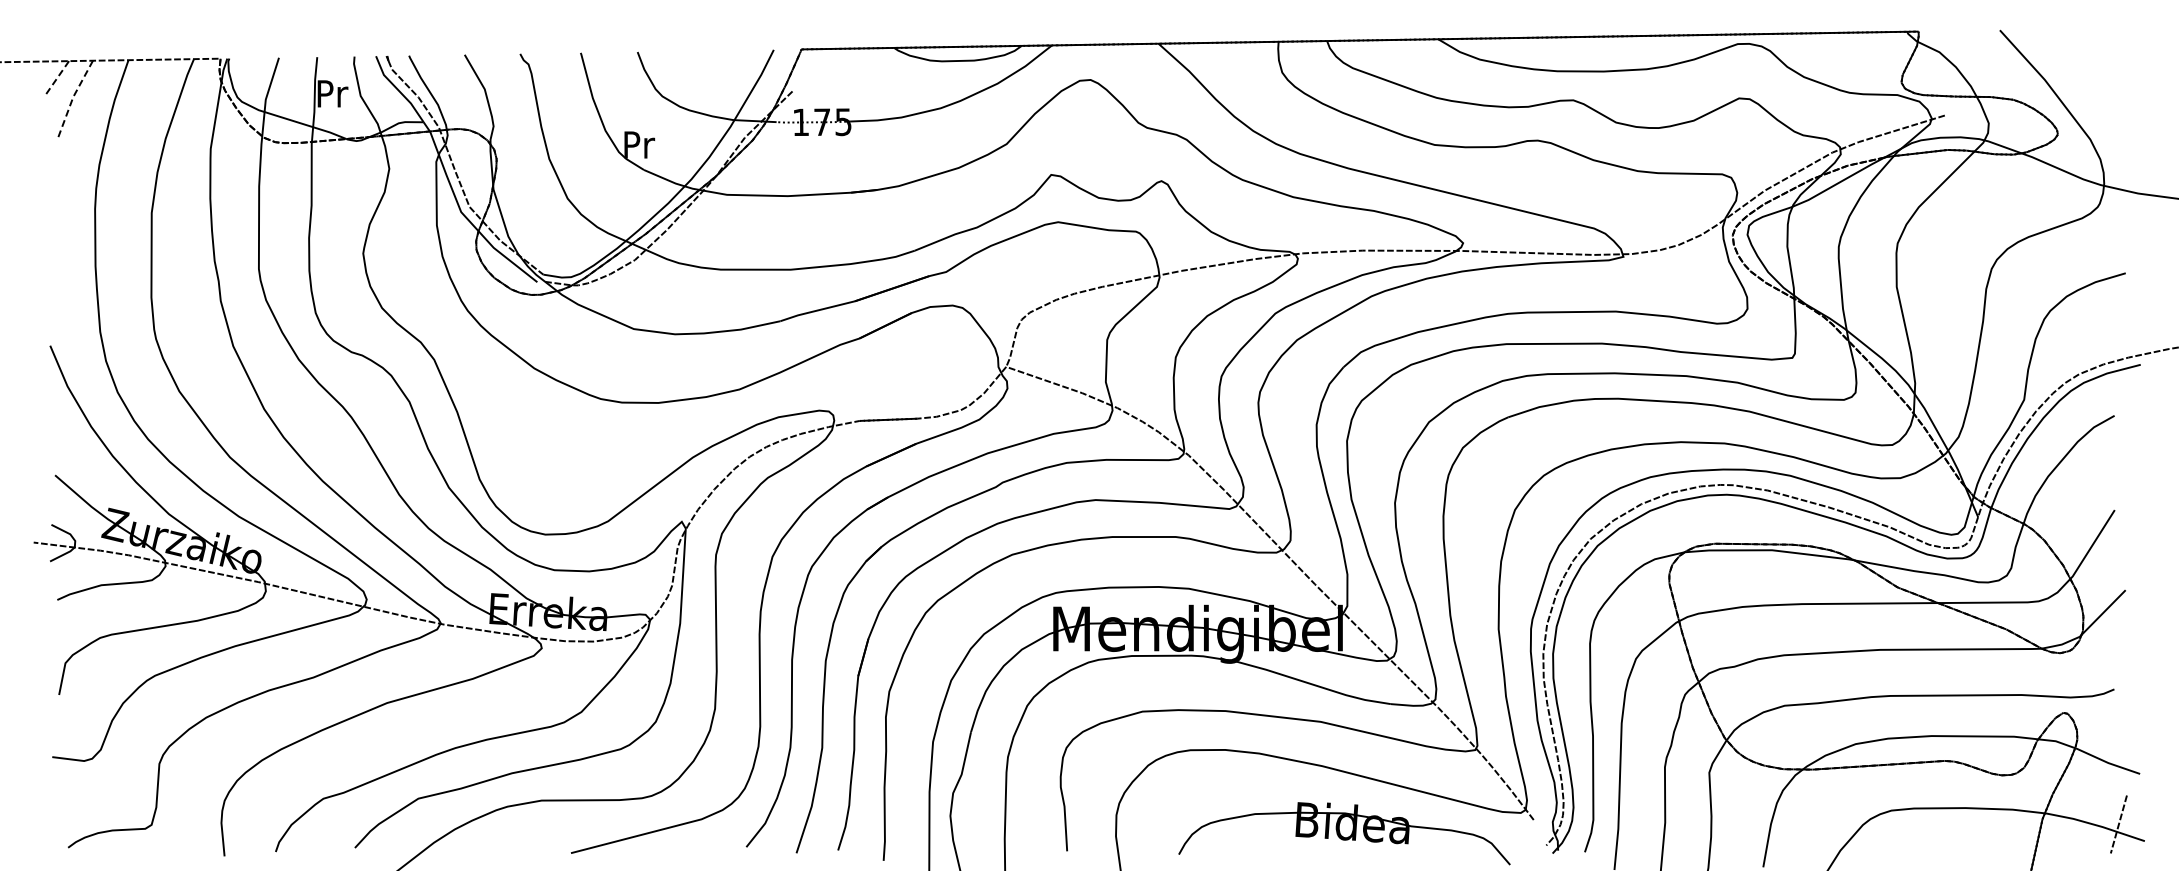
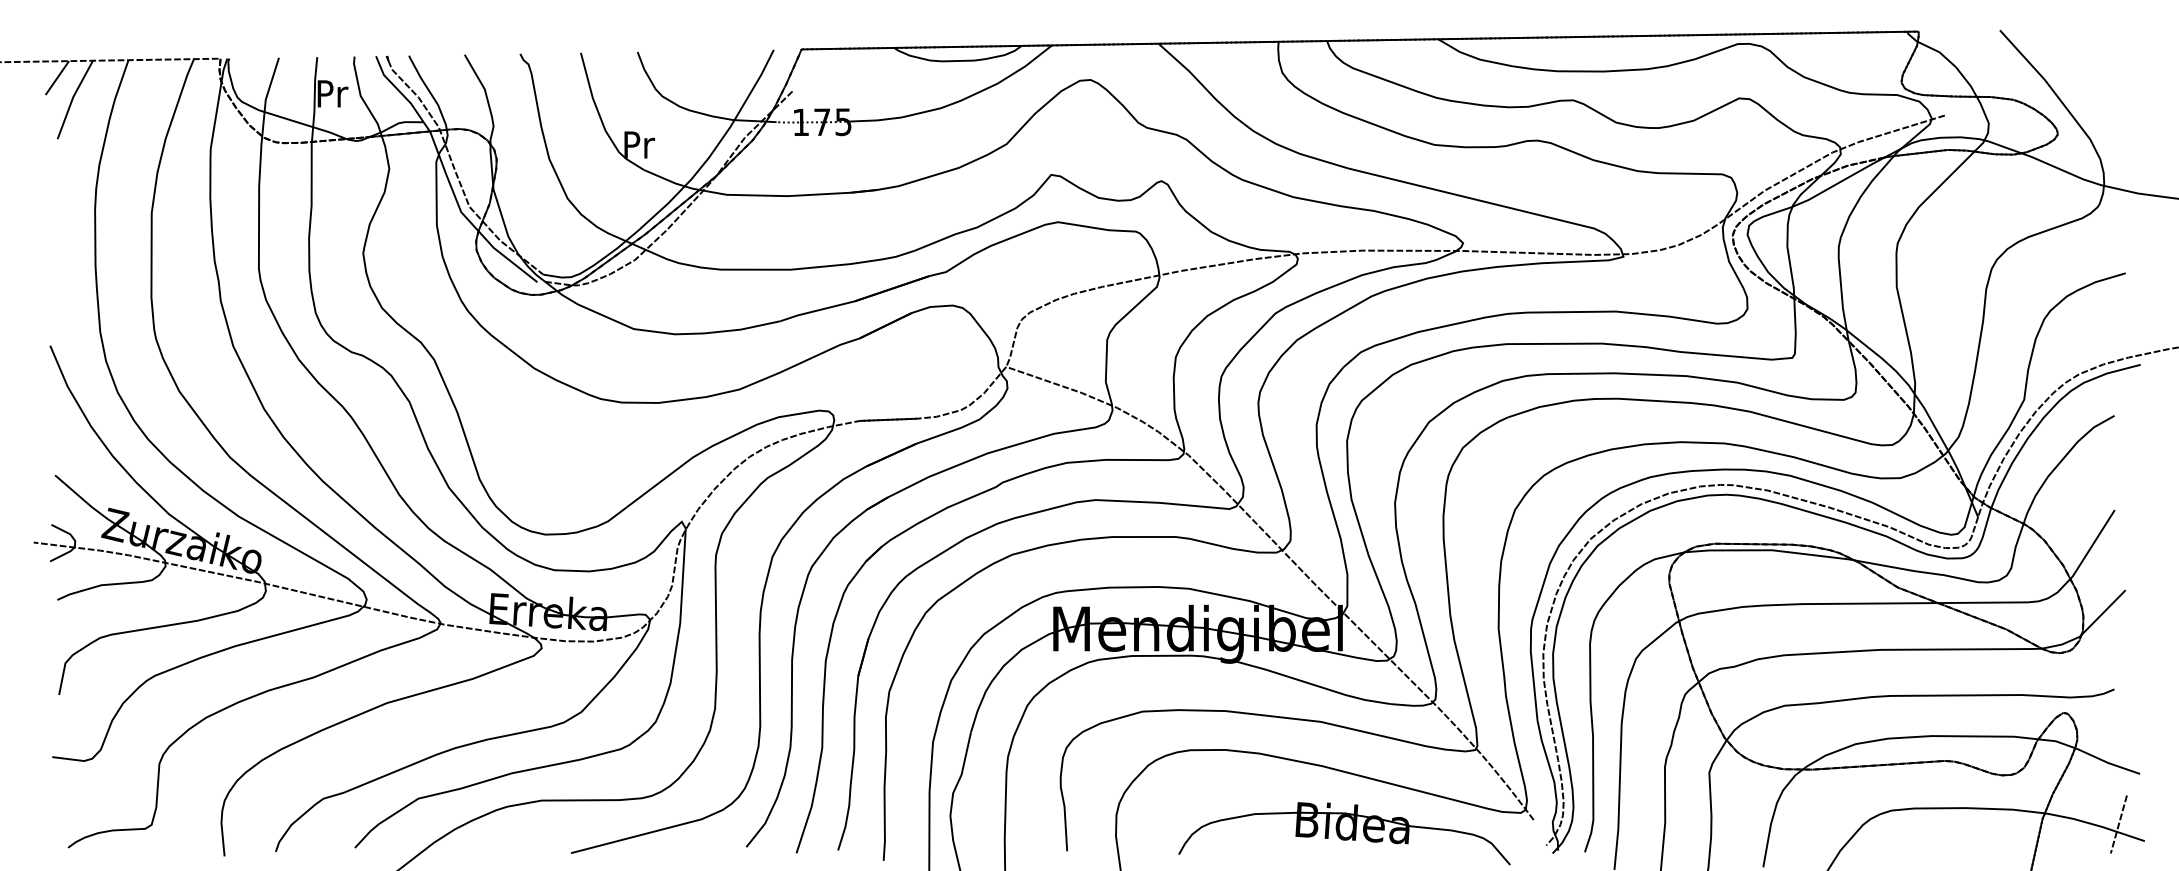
line at (57, 78): dashed -> solid
line at (72, 98): dashed -> solid
